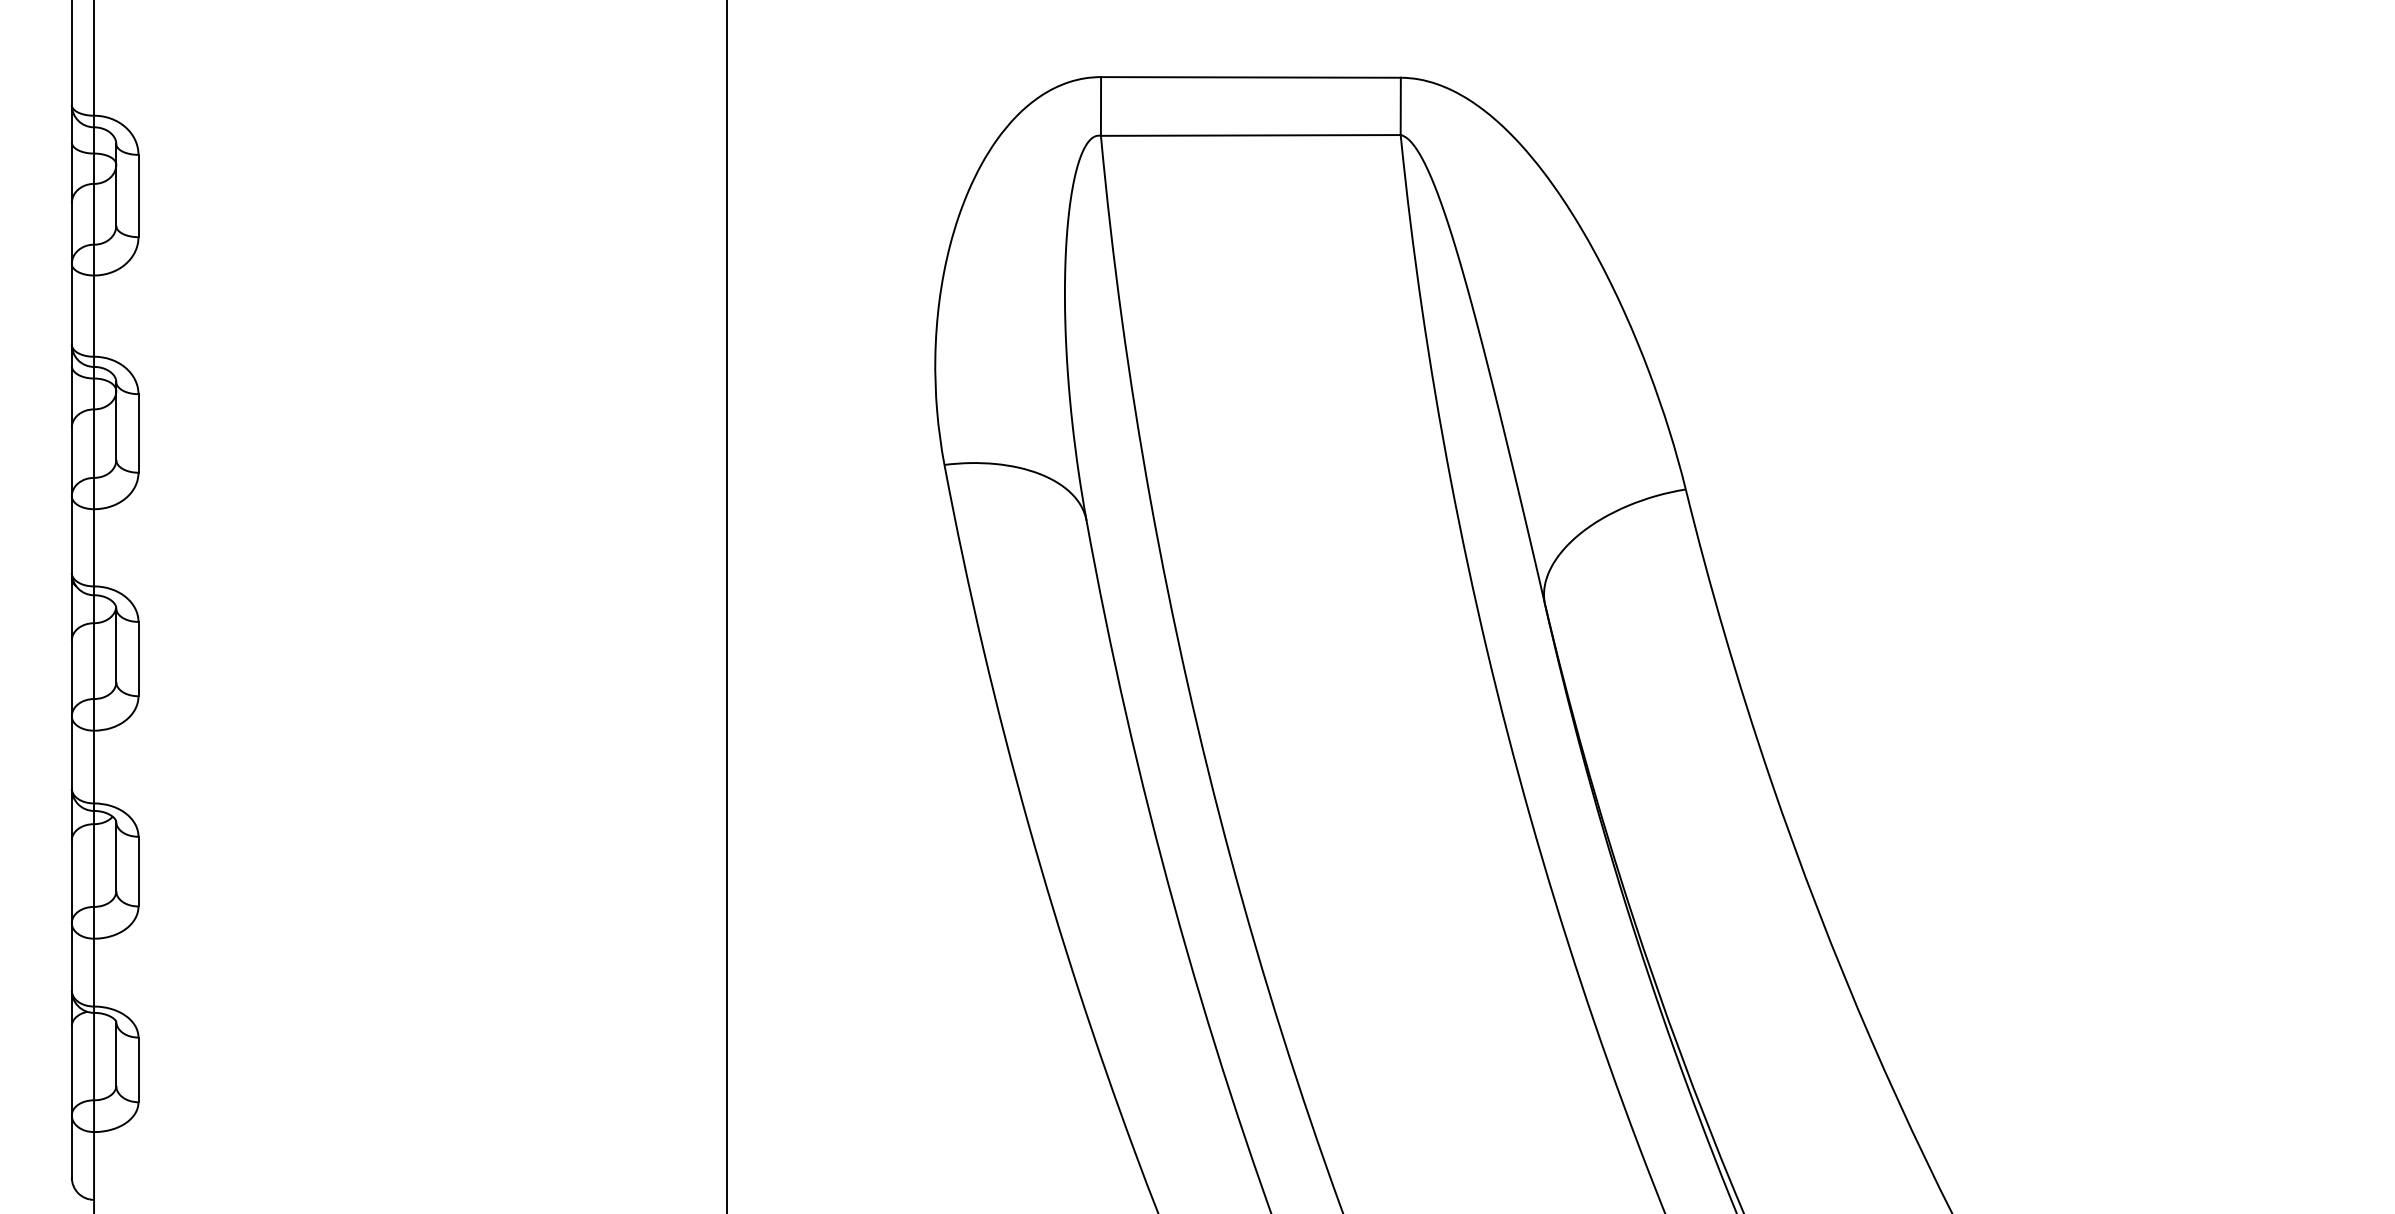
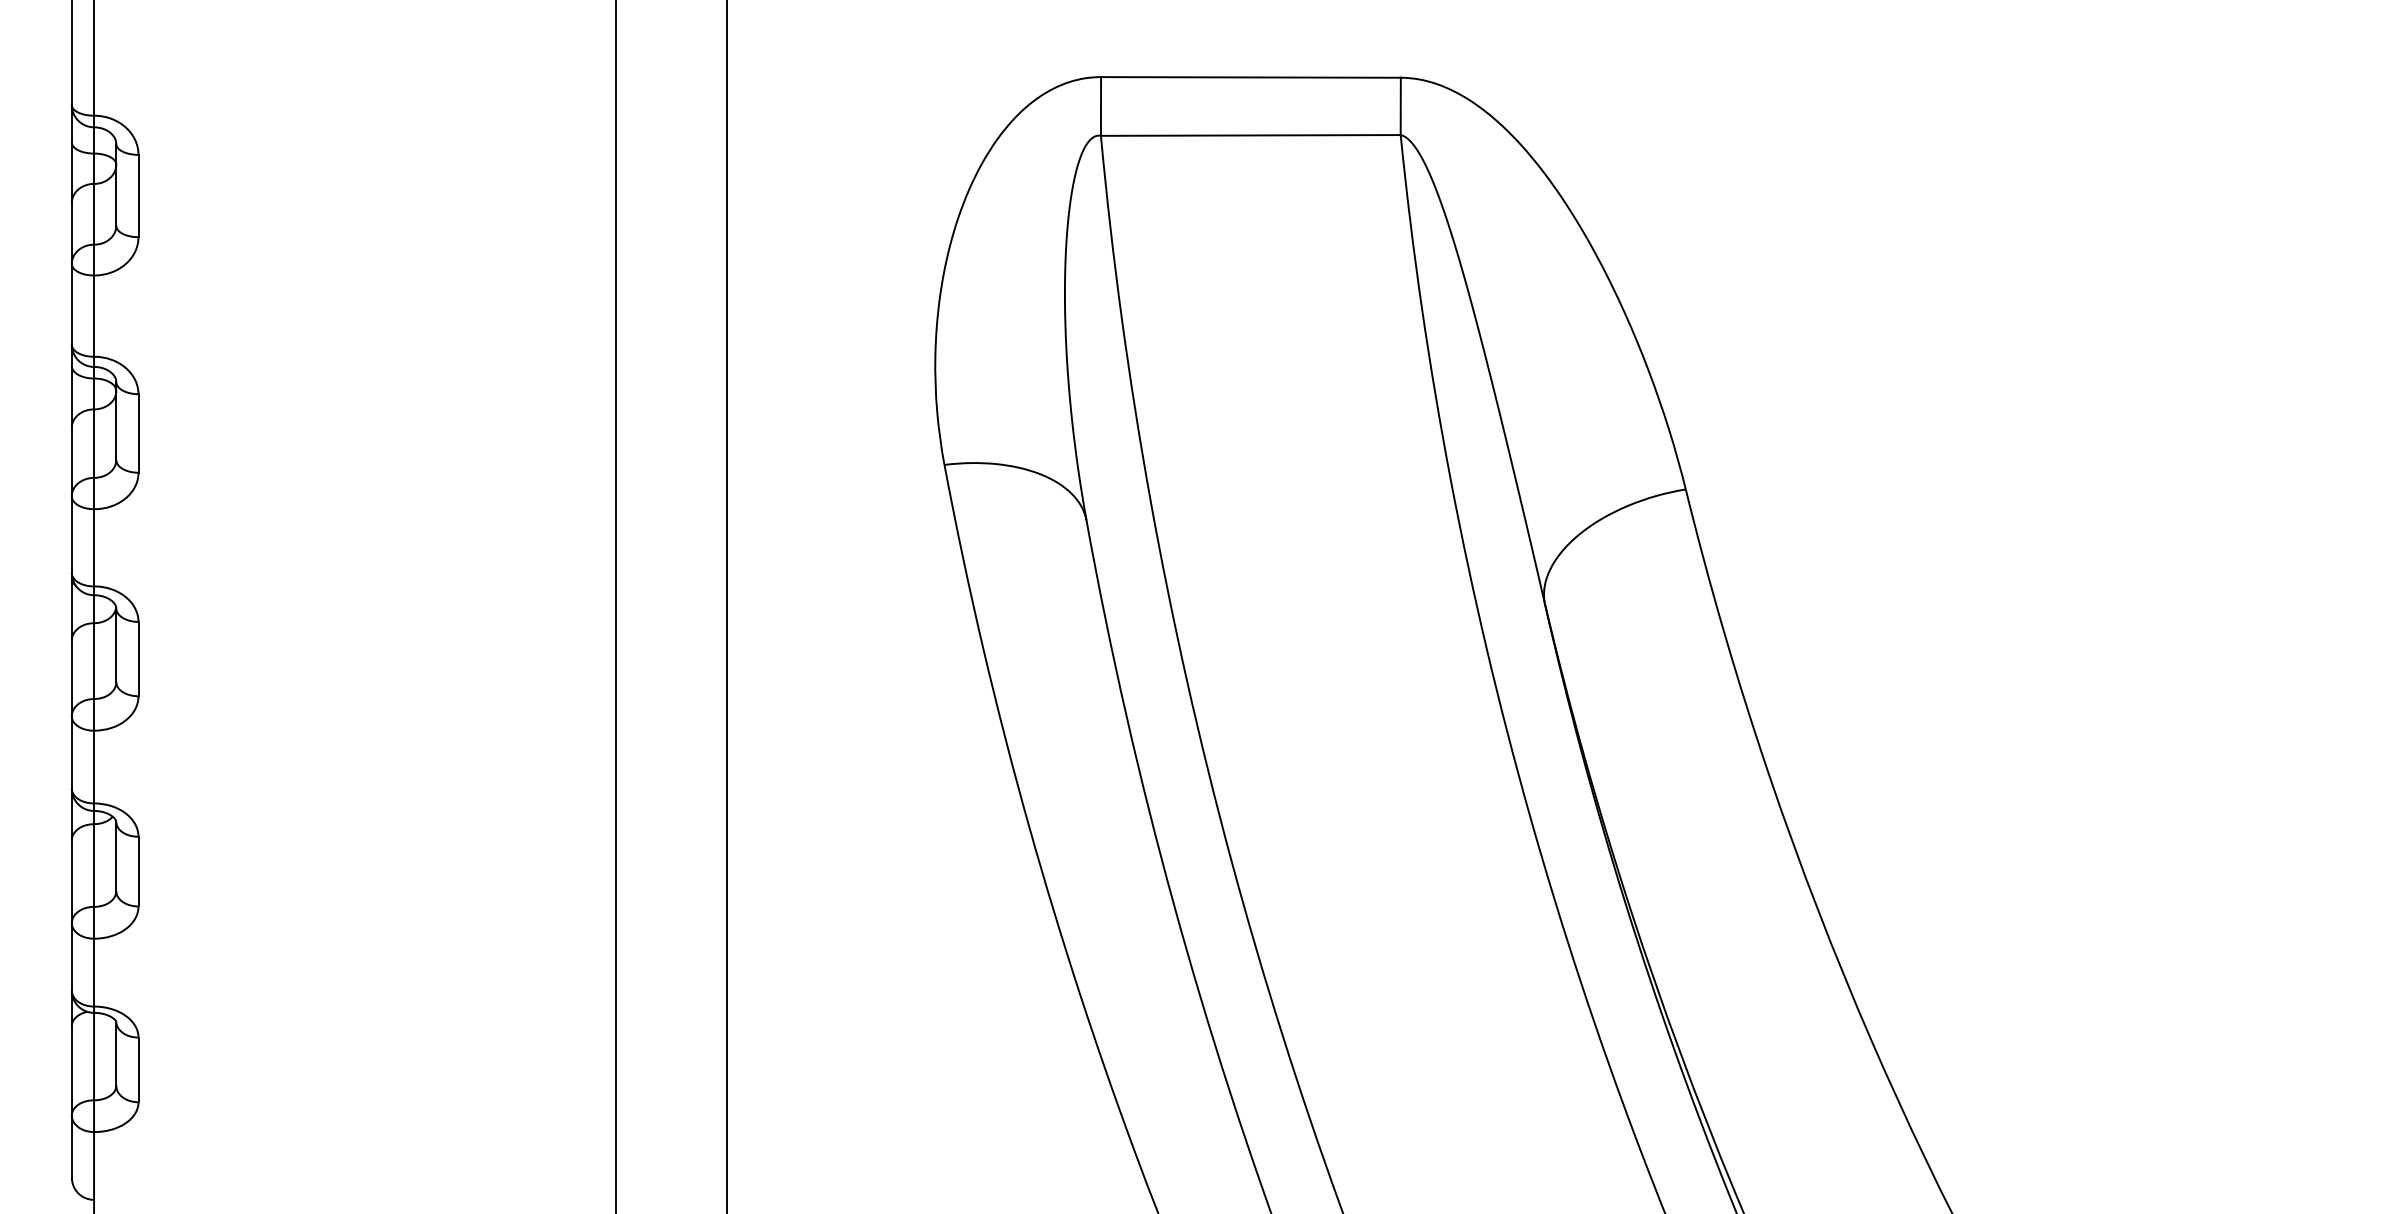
line at (616, 606): none -> present
